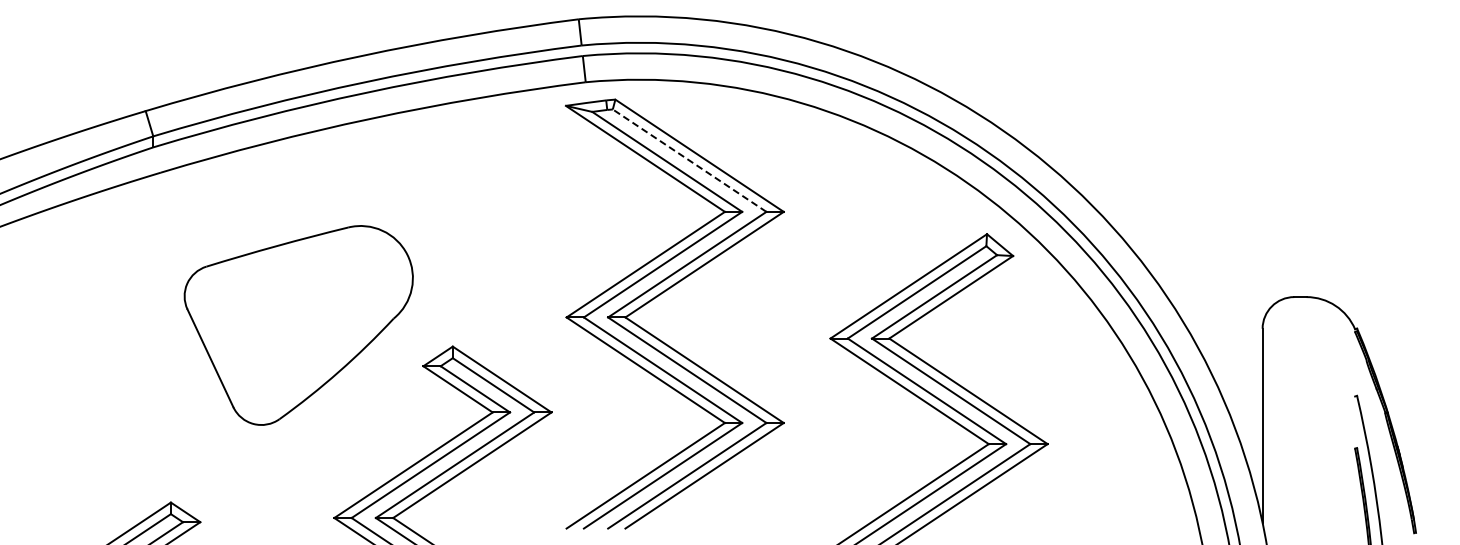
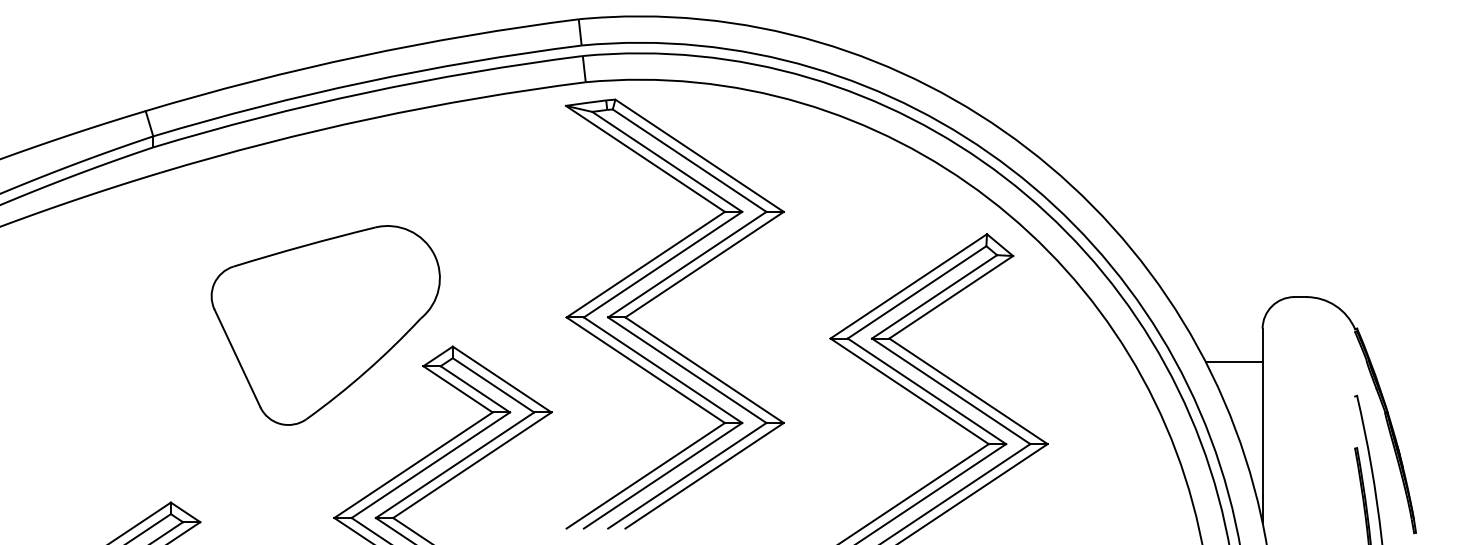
line at (689, 160): dashed -> solid
part at (298, 325) position: (298, 325) -> (325, 325)
line at (1233, 362): none -> present
